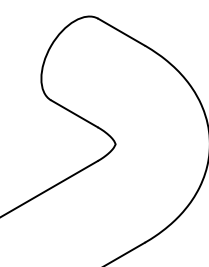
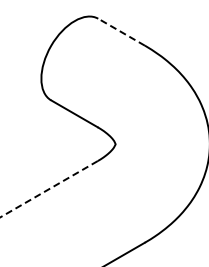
line at (121, 32): solid -> dashed
line at (48, 189): solid -> dashed
